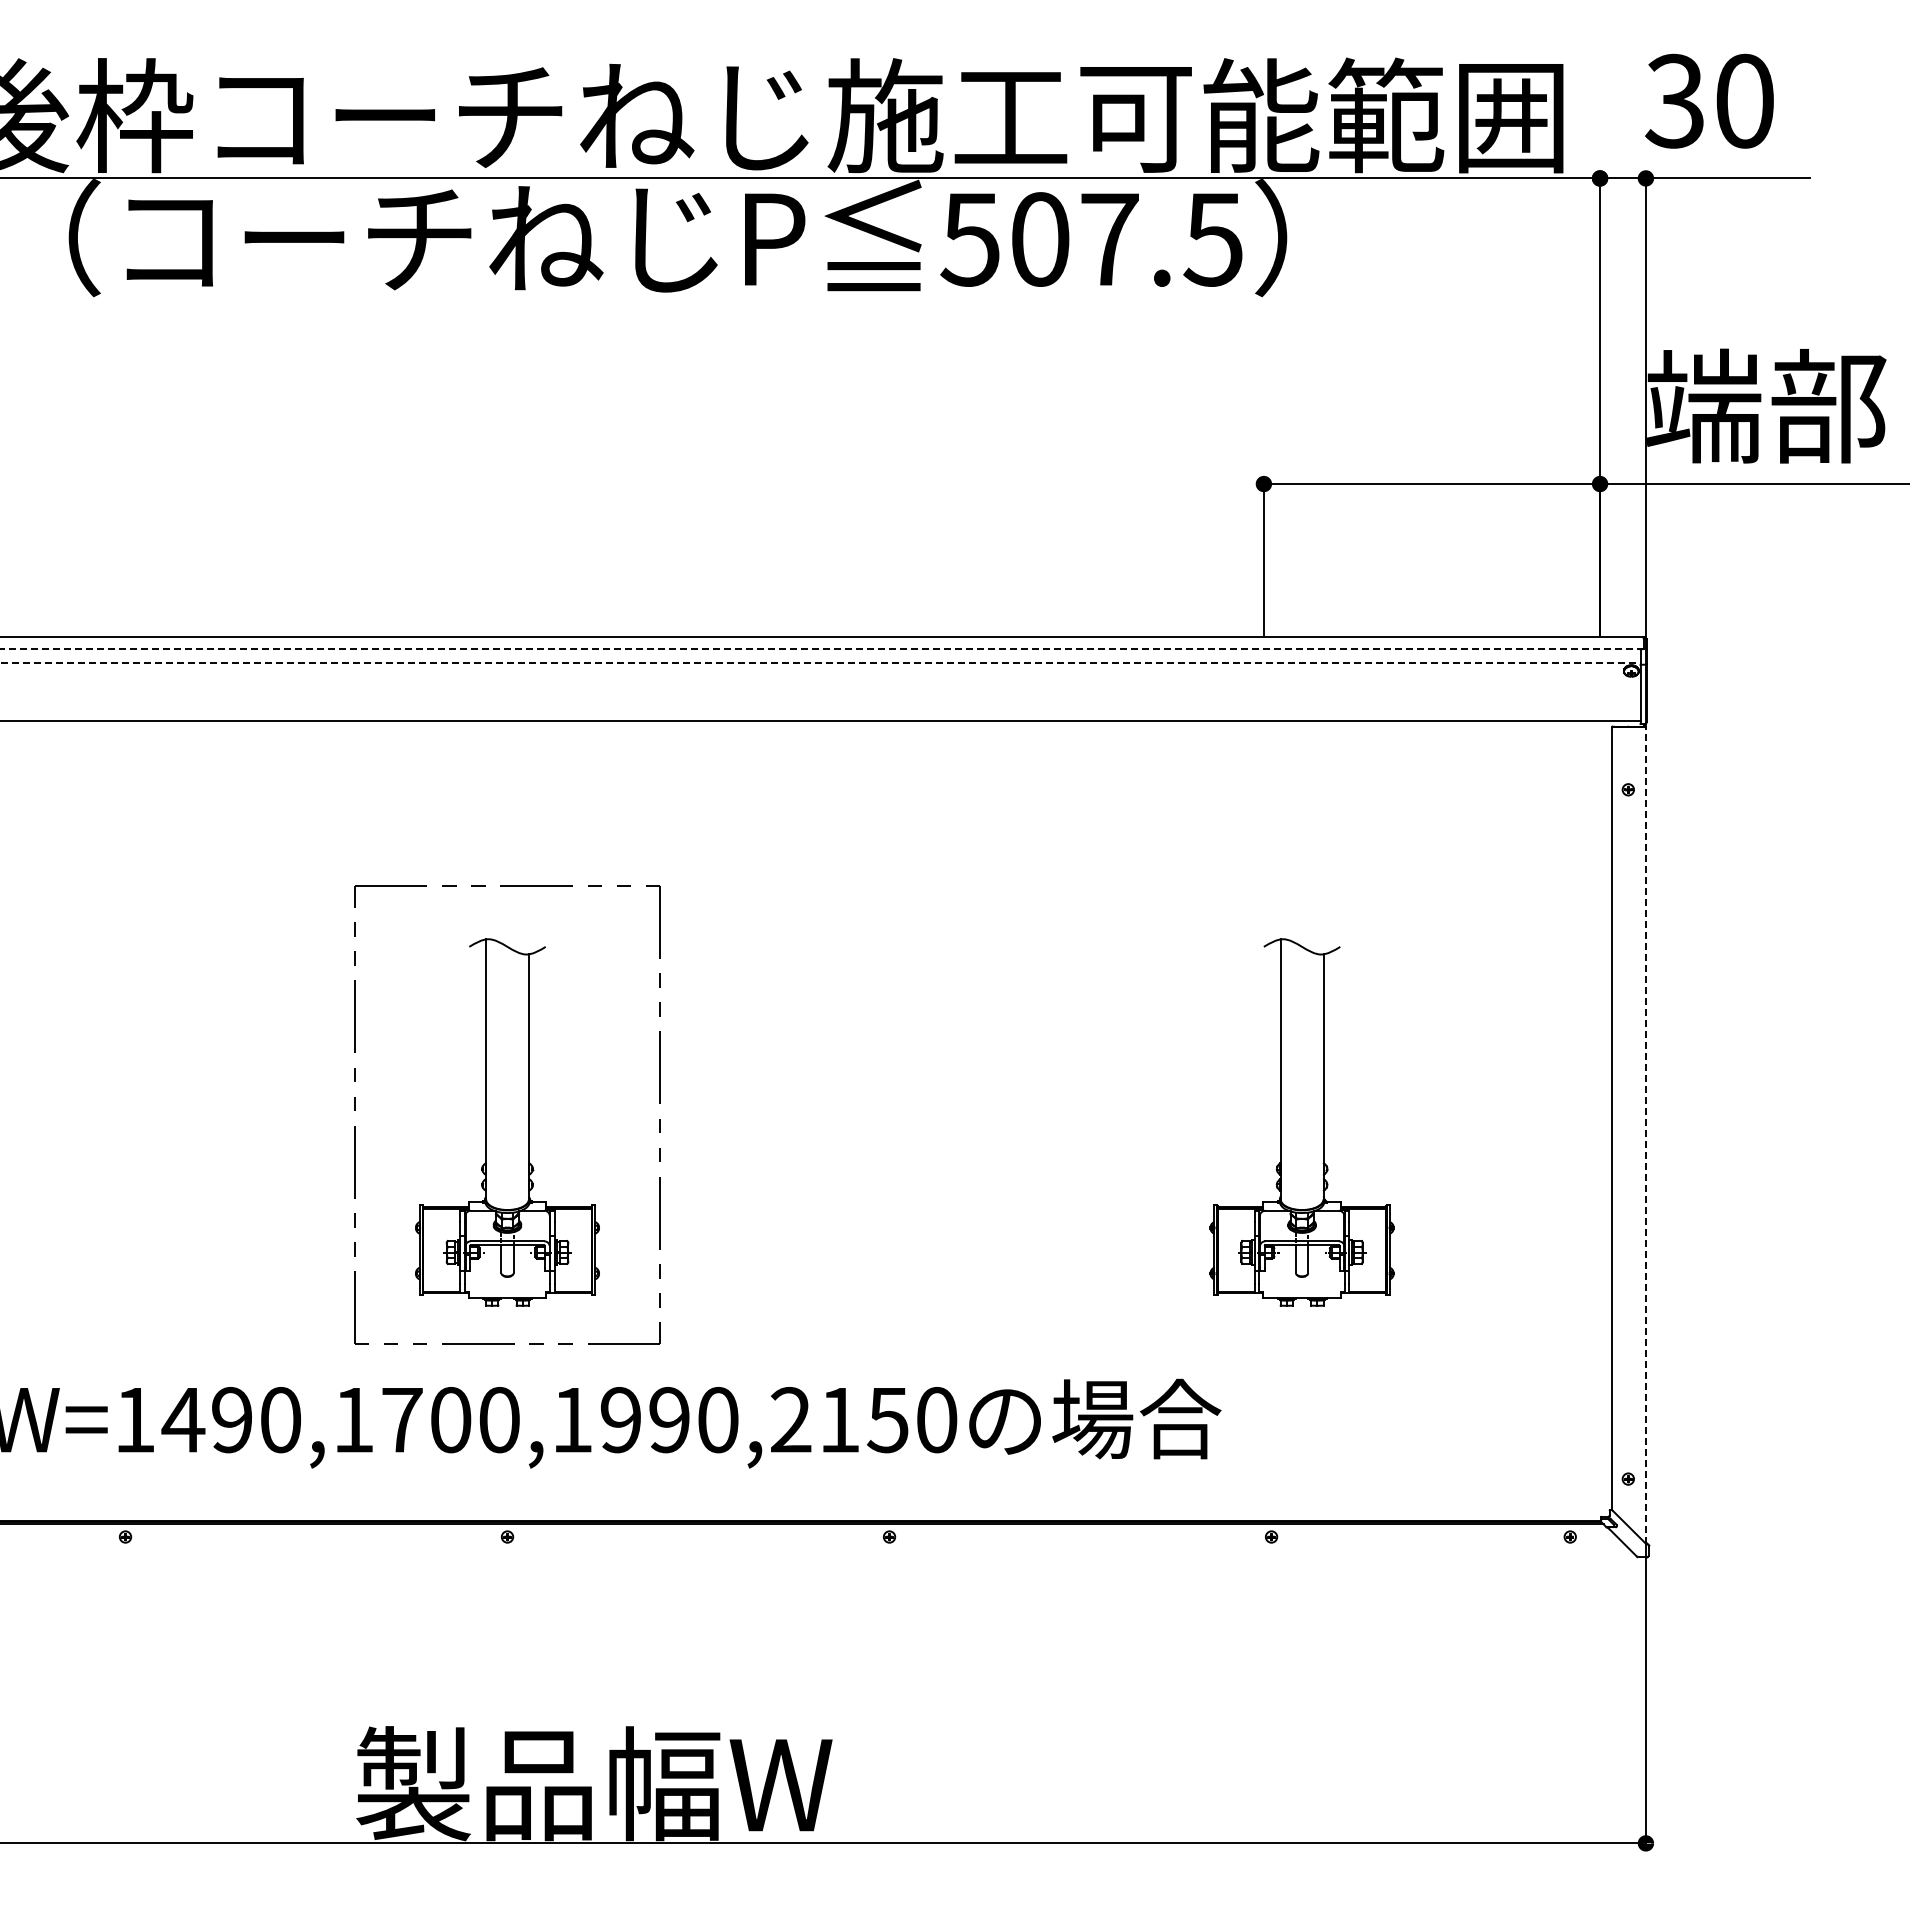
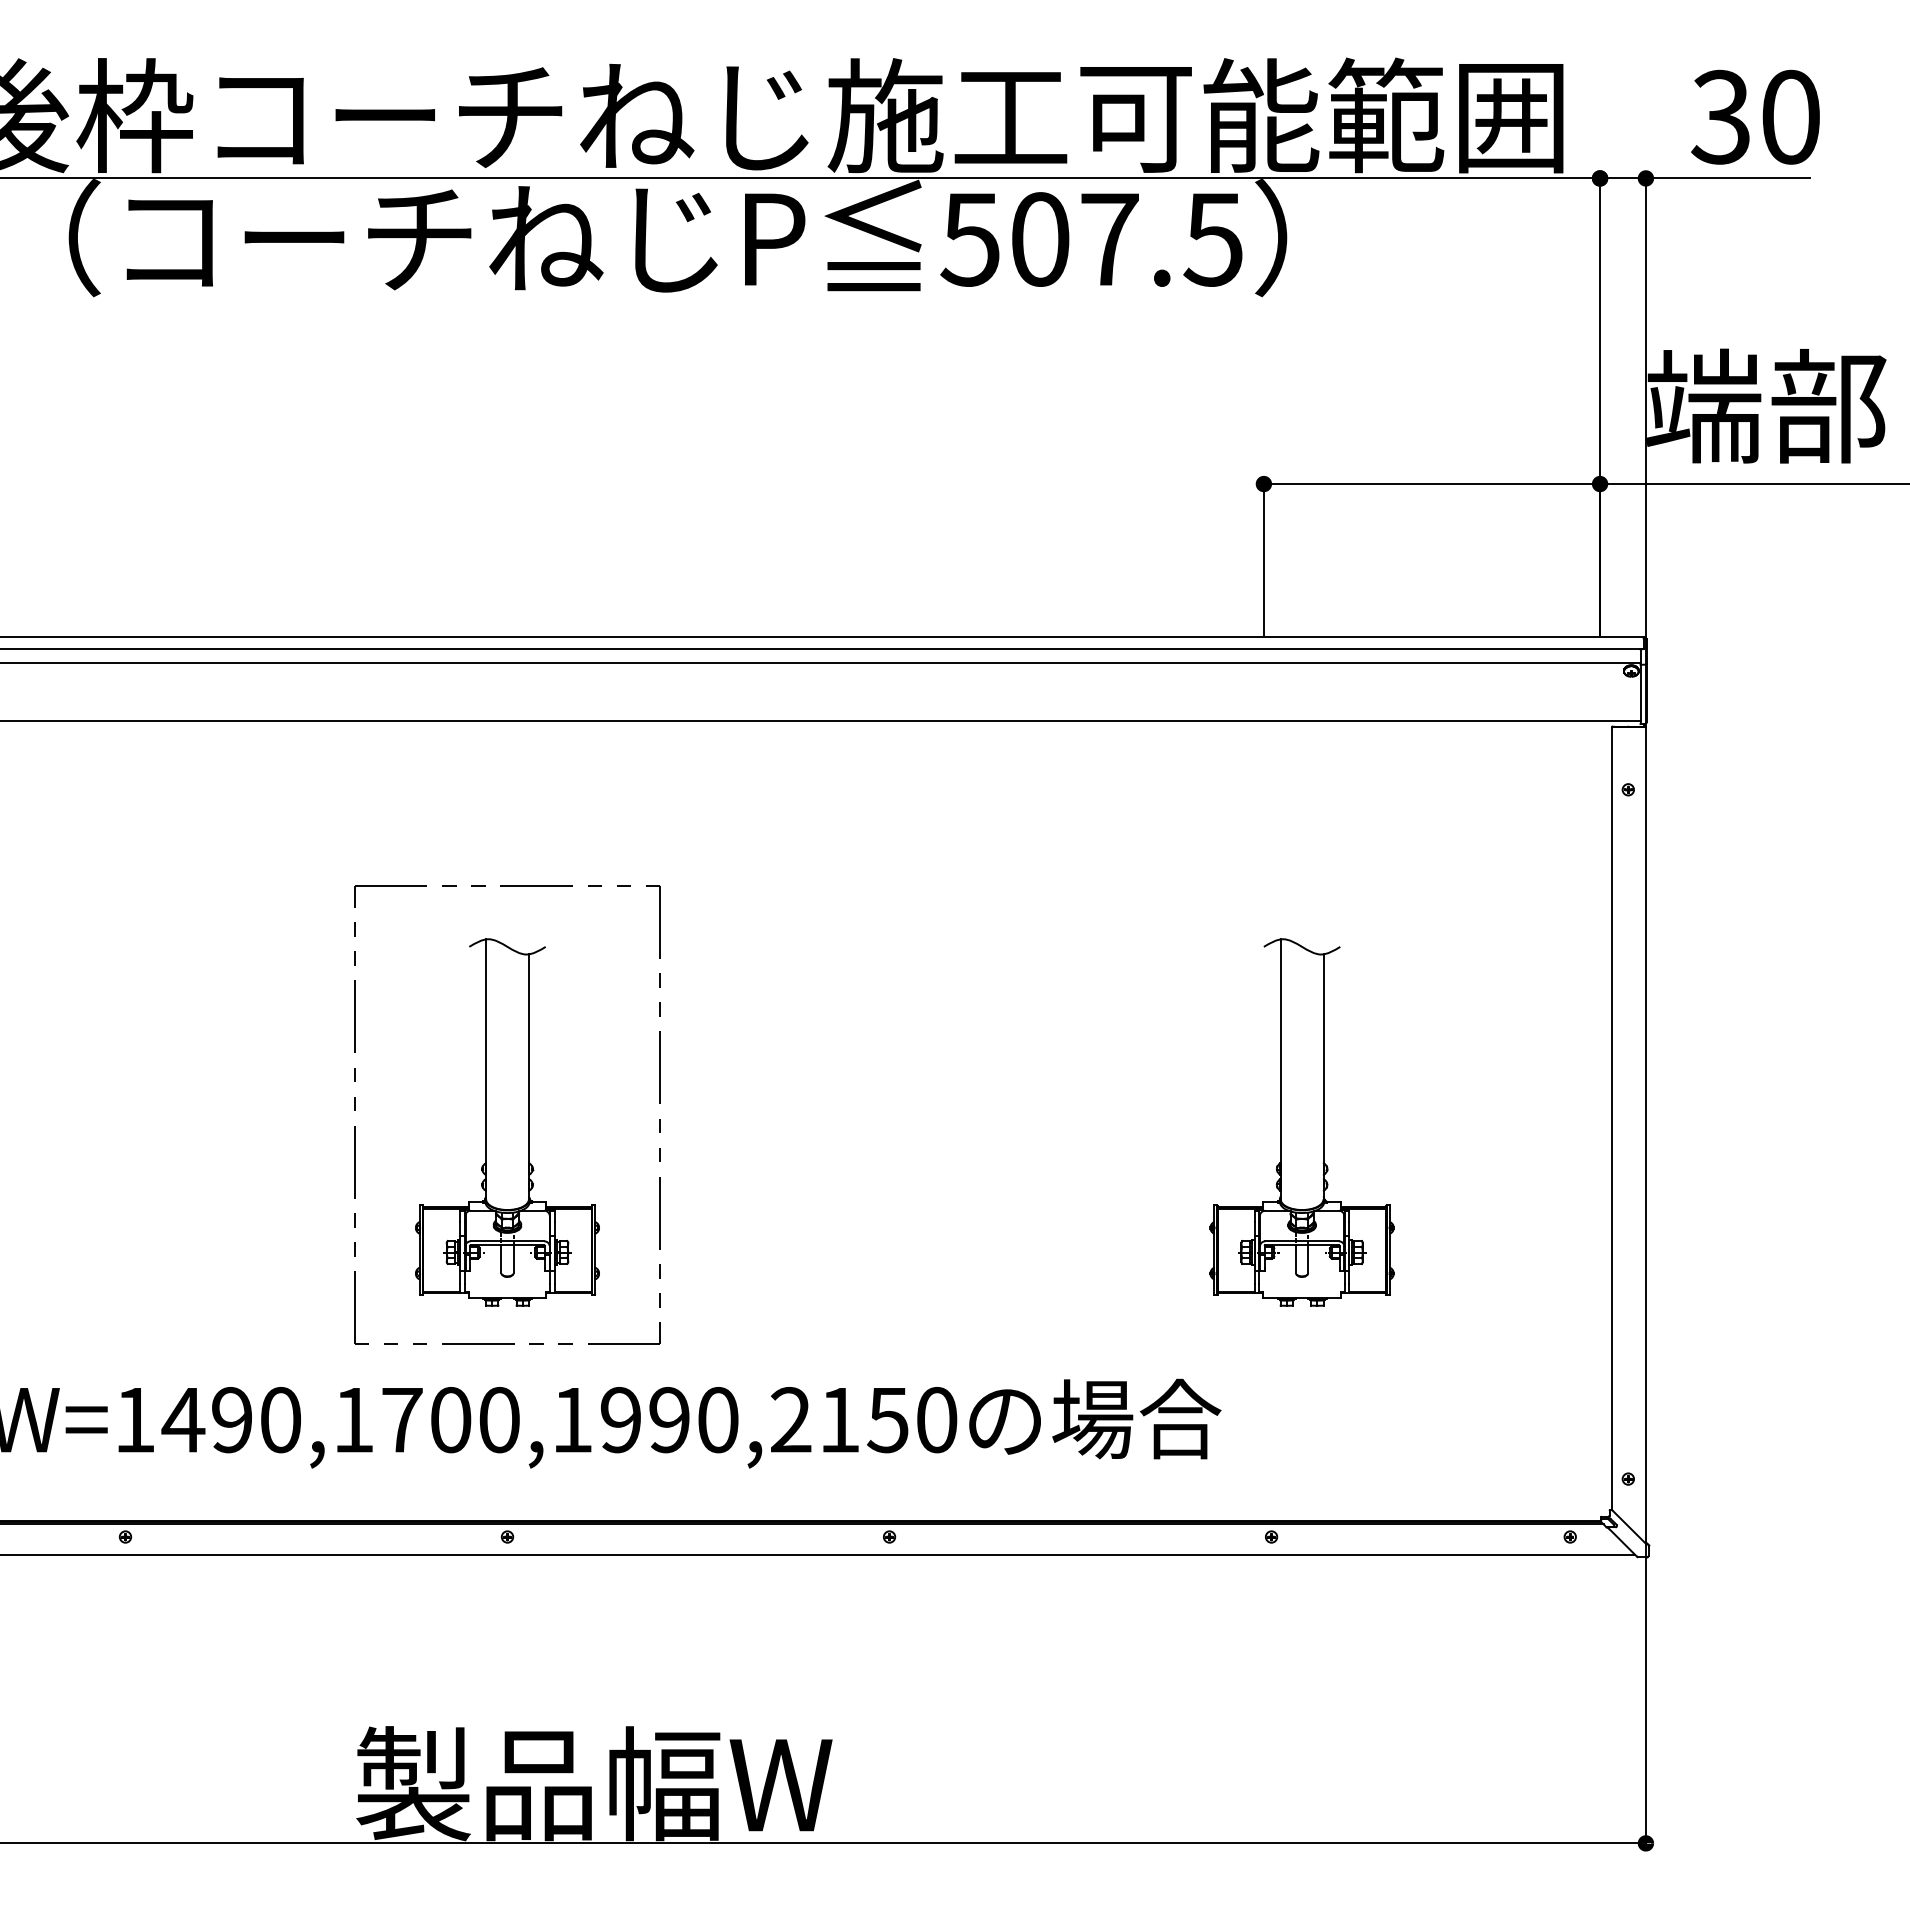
text at (1709, 100) position: (1709, 100) -> (1755, 116)
line at (821, 649): dashed -> solid
line at (820, 662): dashed -> solid
line at (1645, 1135): dashed -> solid
line at (818, 1554): none -> present
